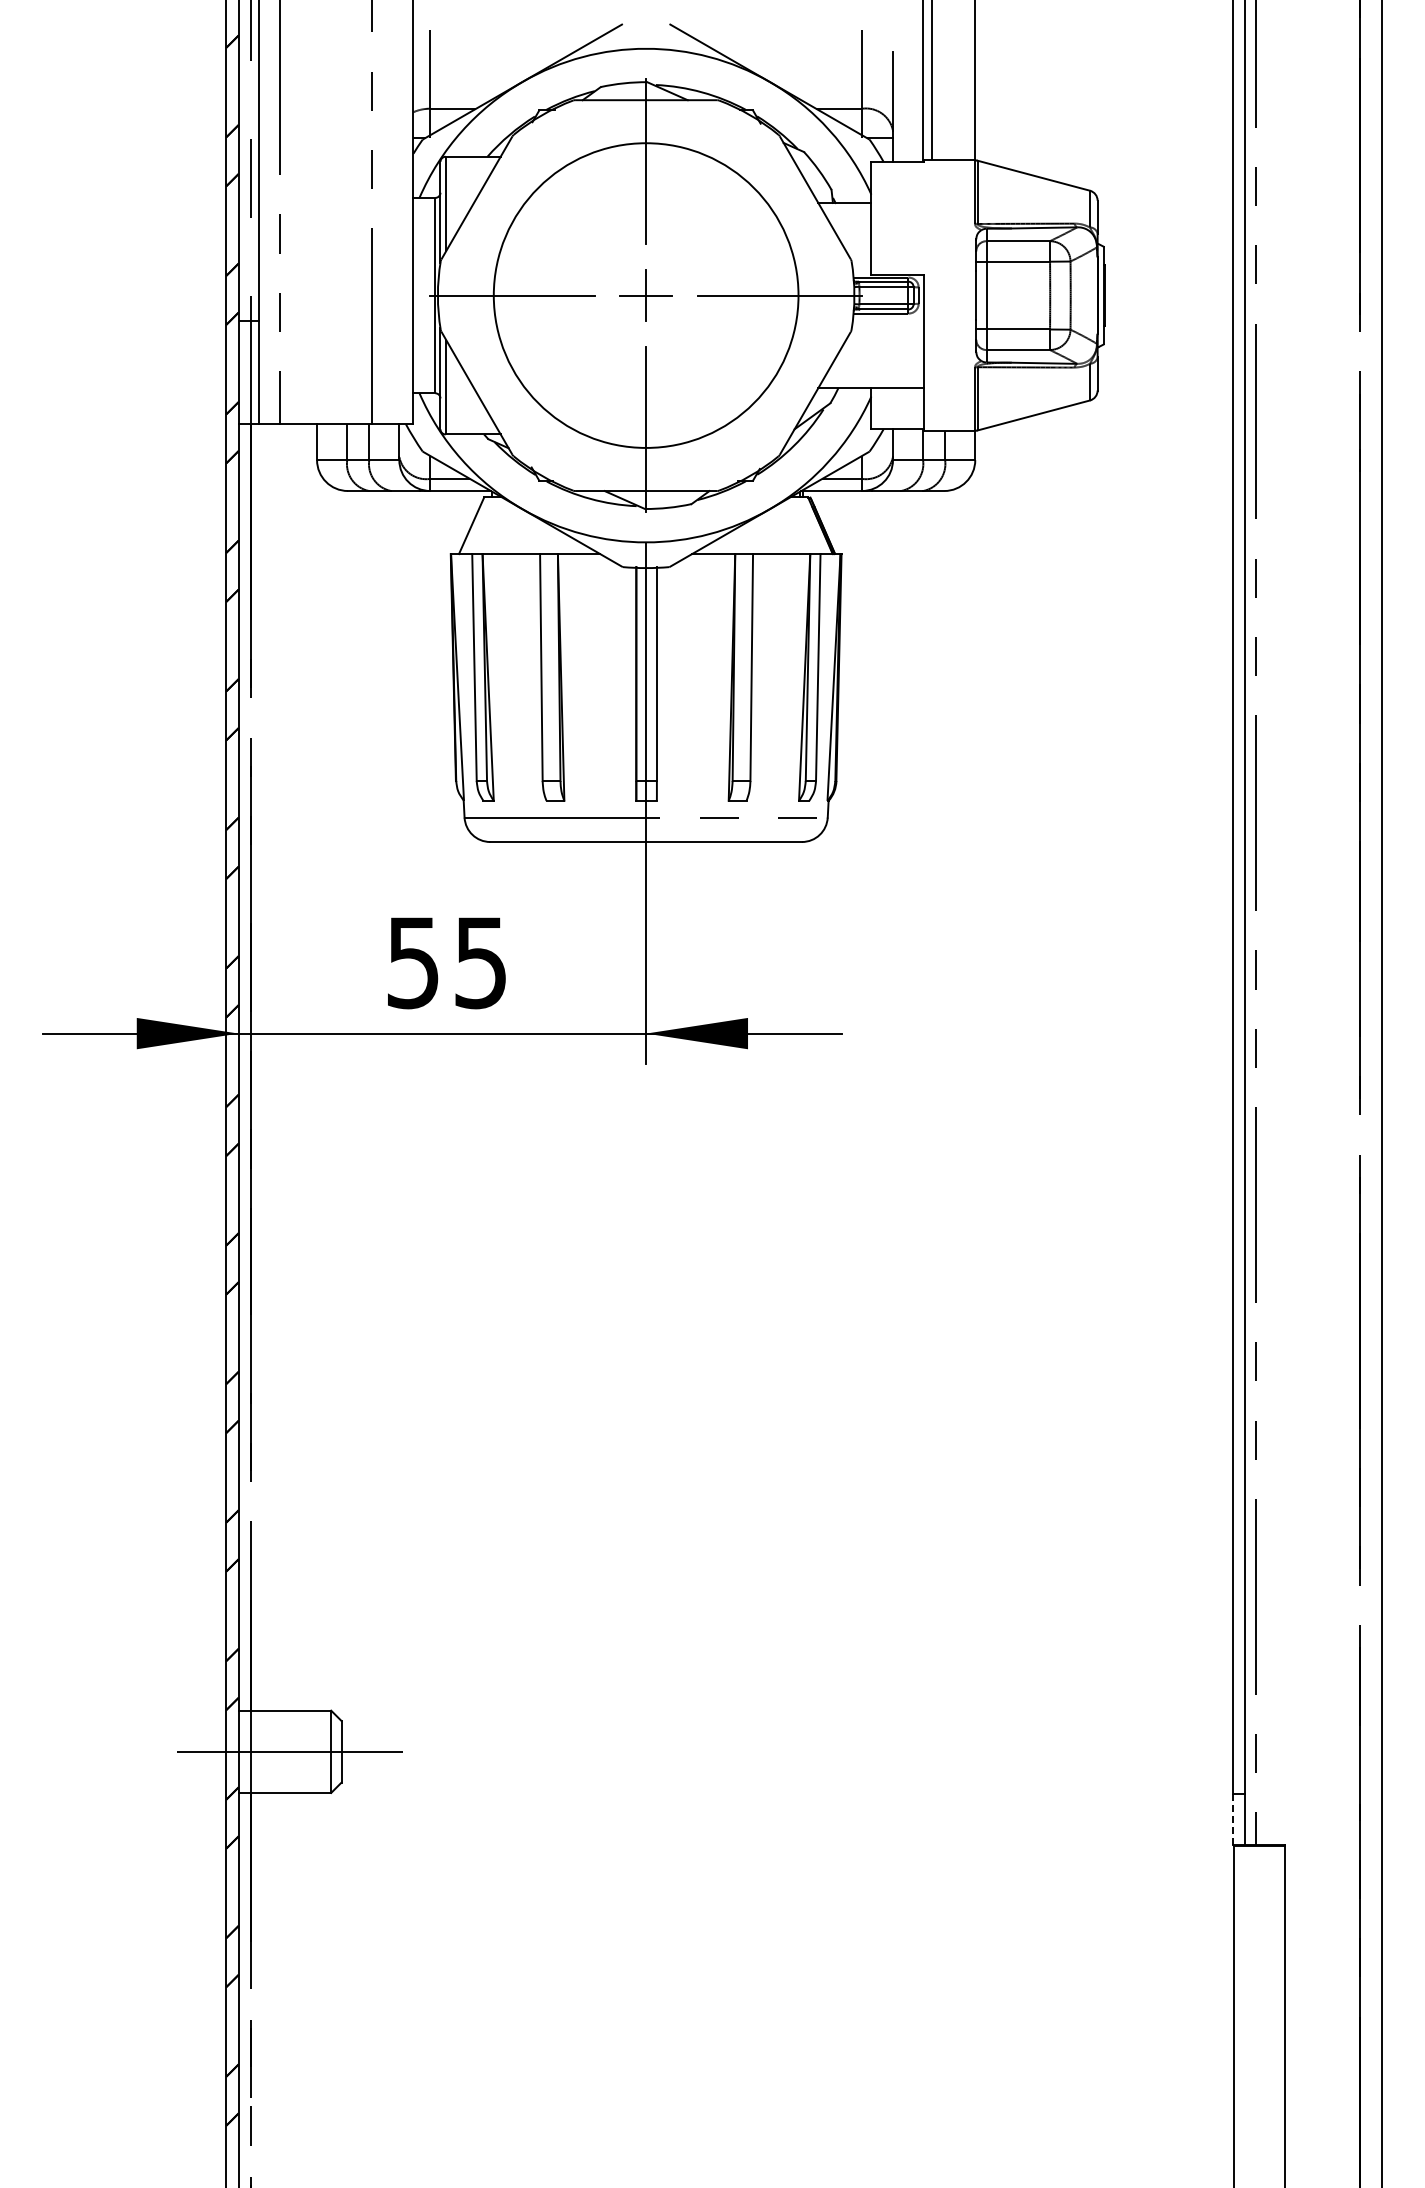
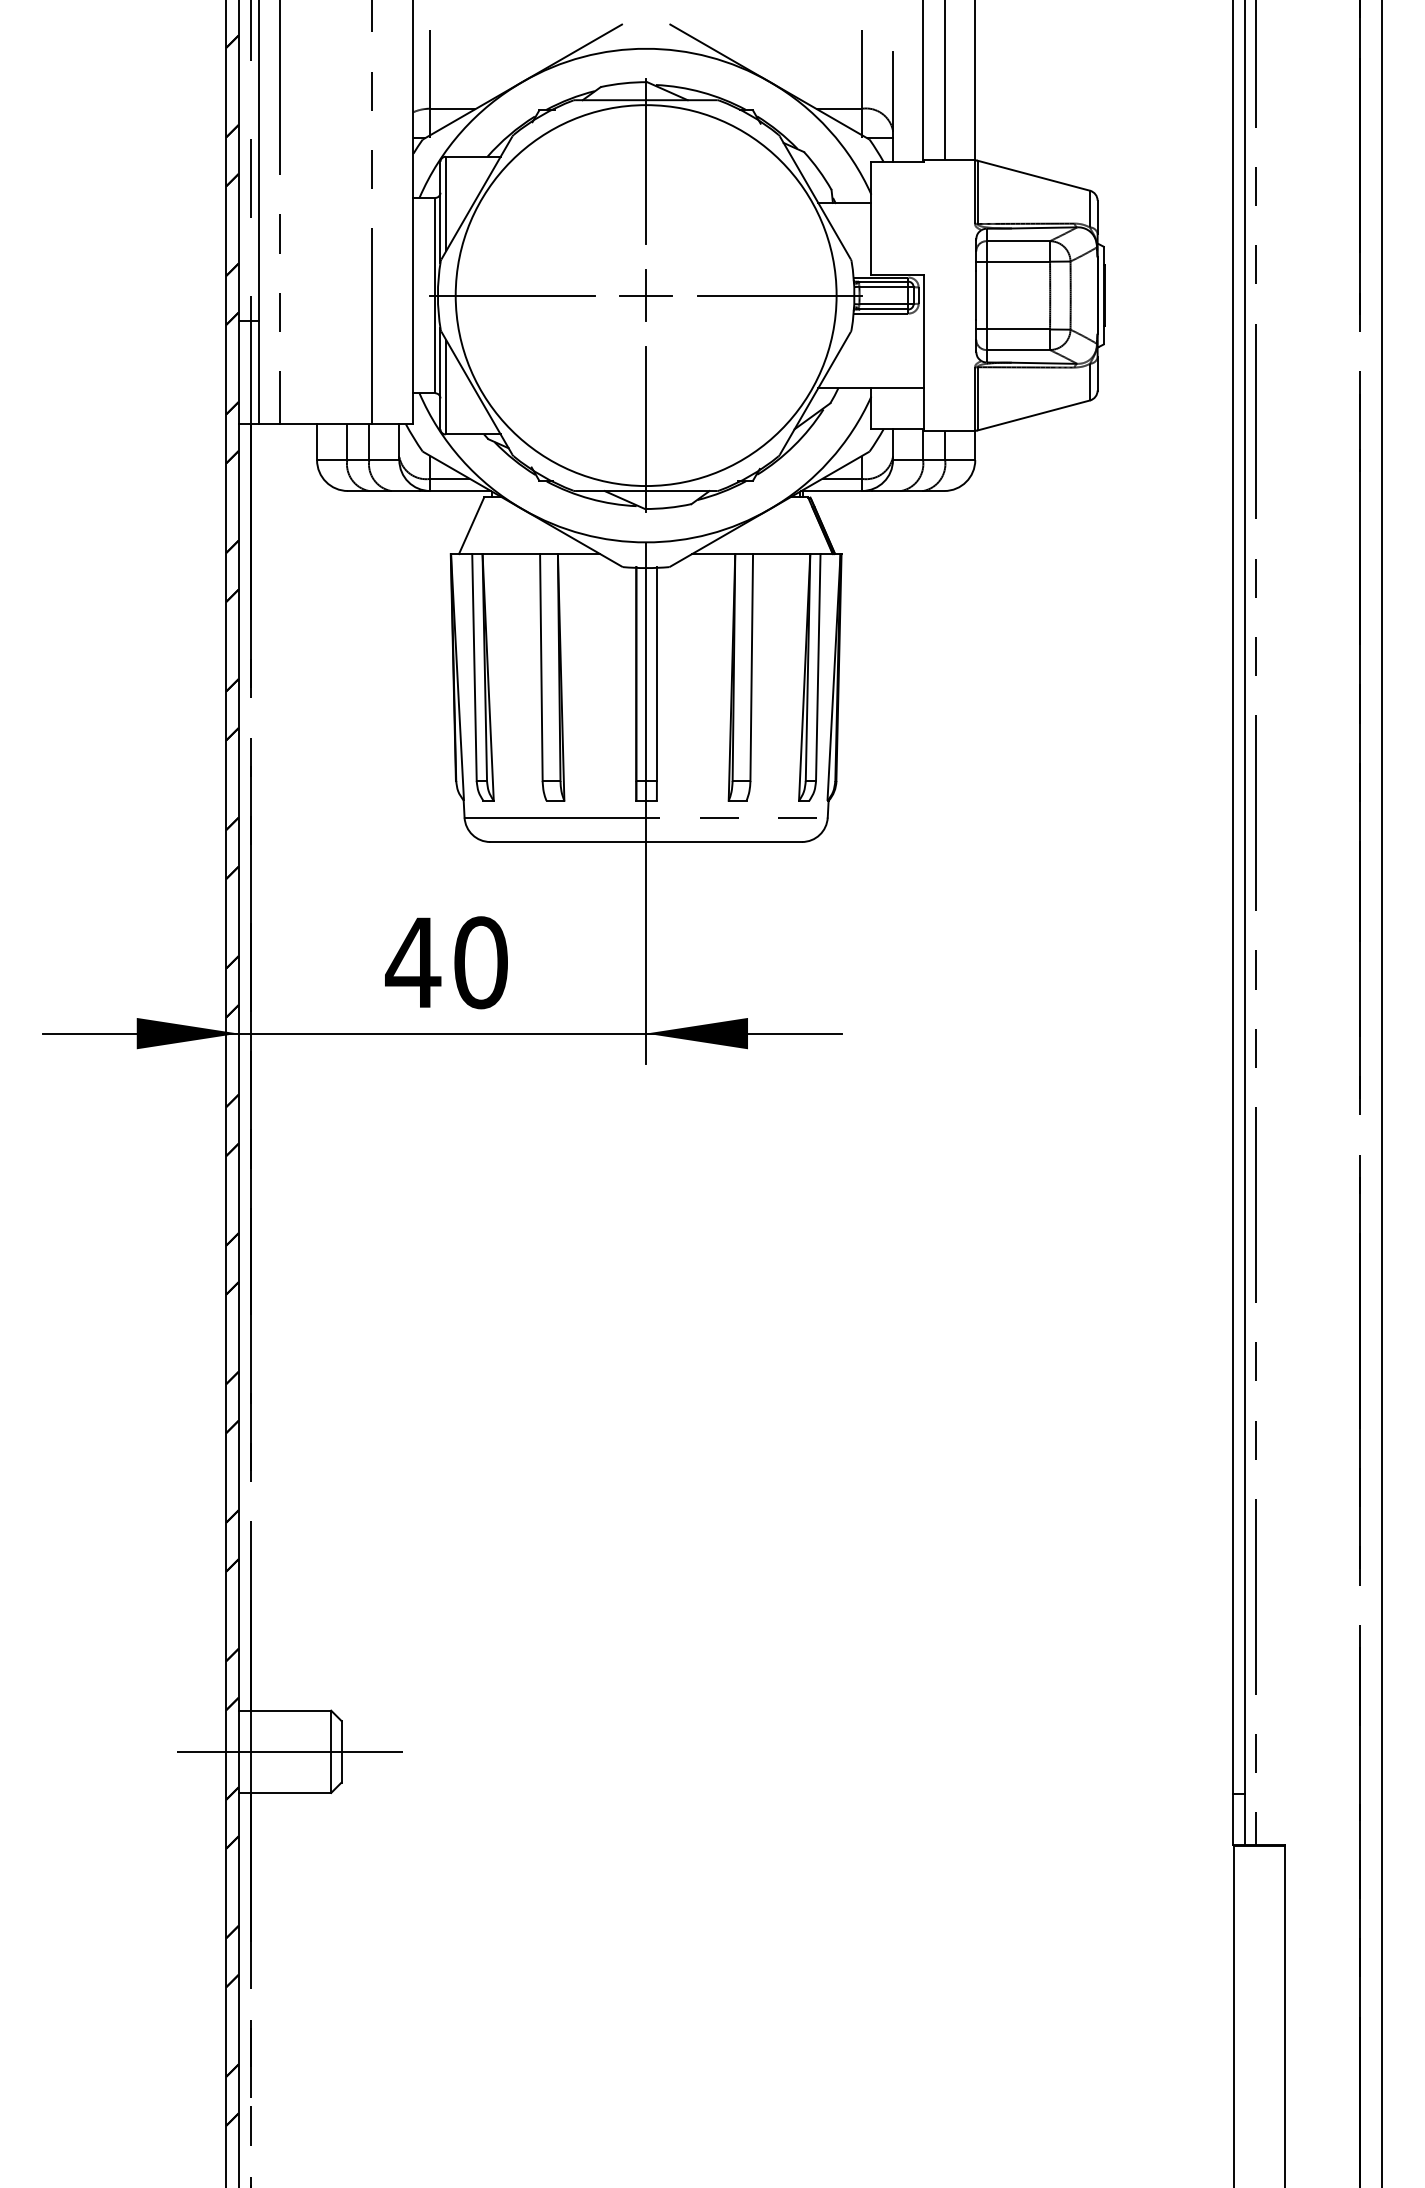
line at (932, 81) position: (932, 81) -> (945, 81)
circle at (645, 295) diameter: 305 px -> 381 px
text at (446, 962): 55 -> 40
line at (1233, 1819): dashed -> solid
